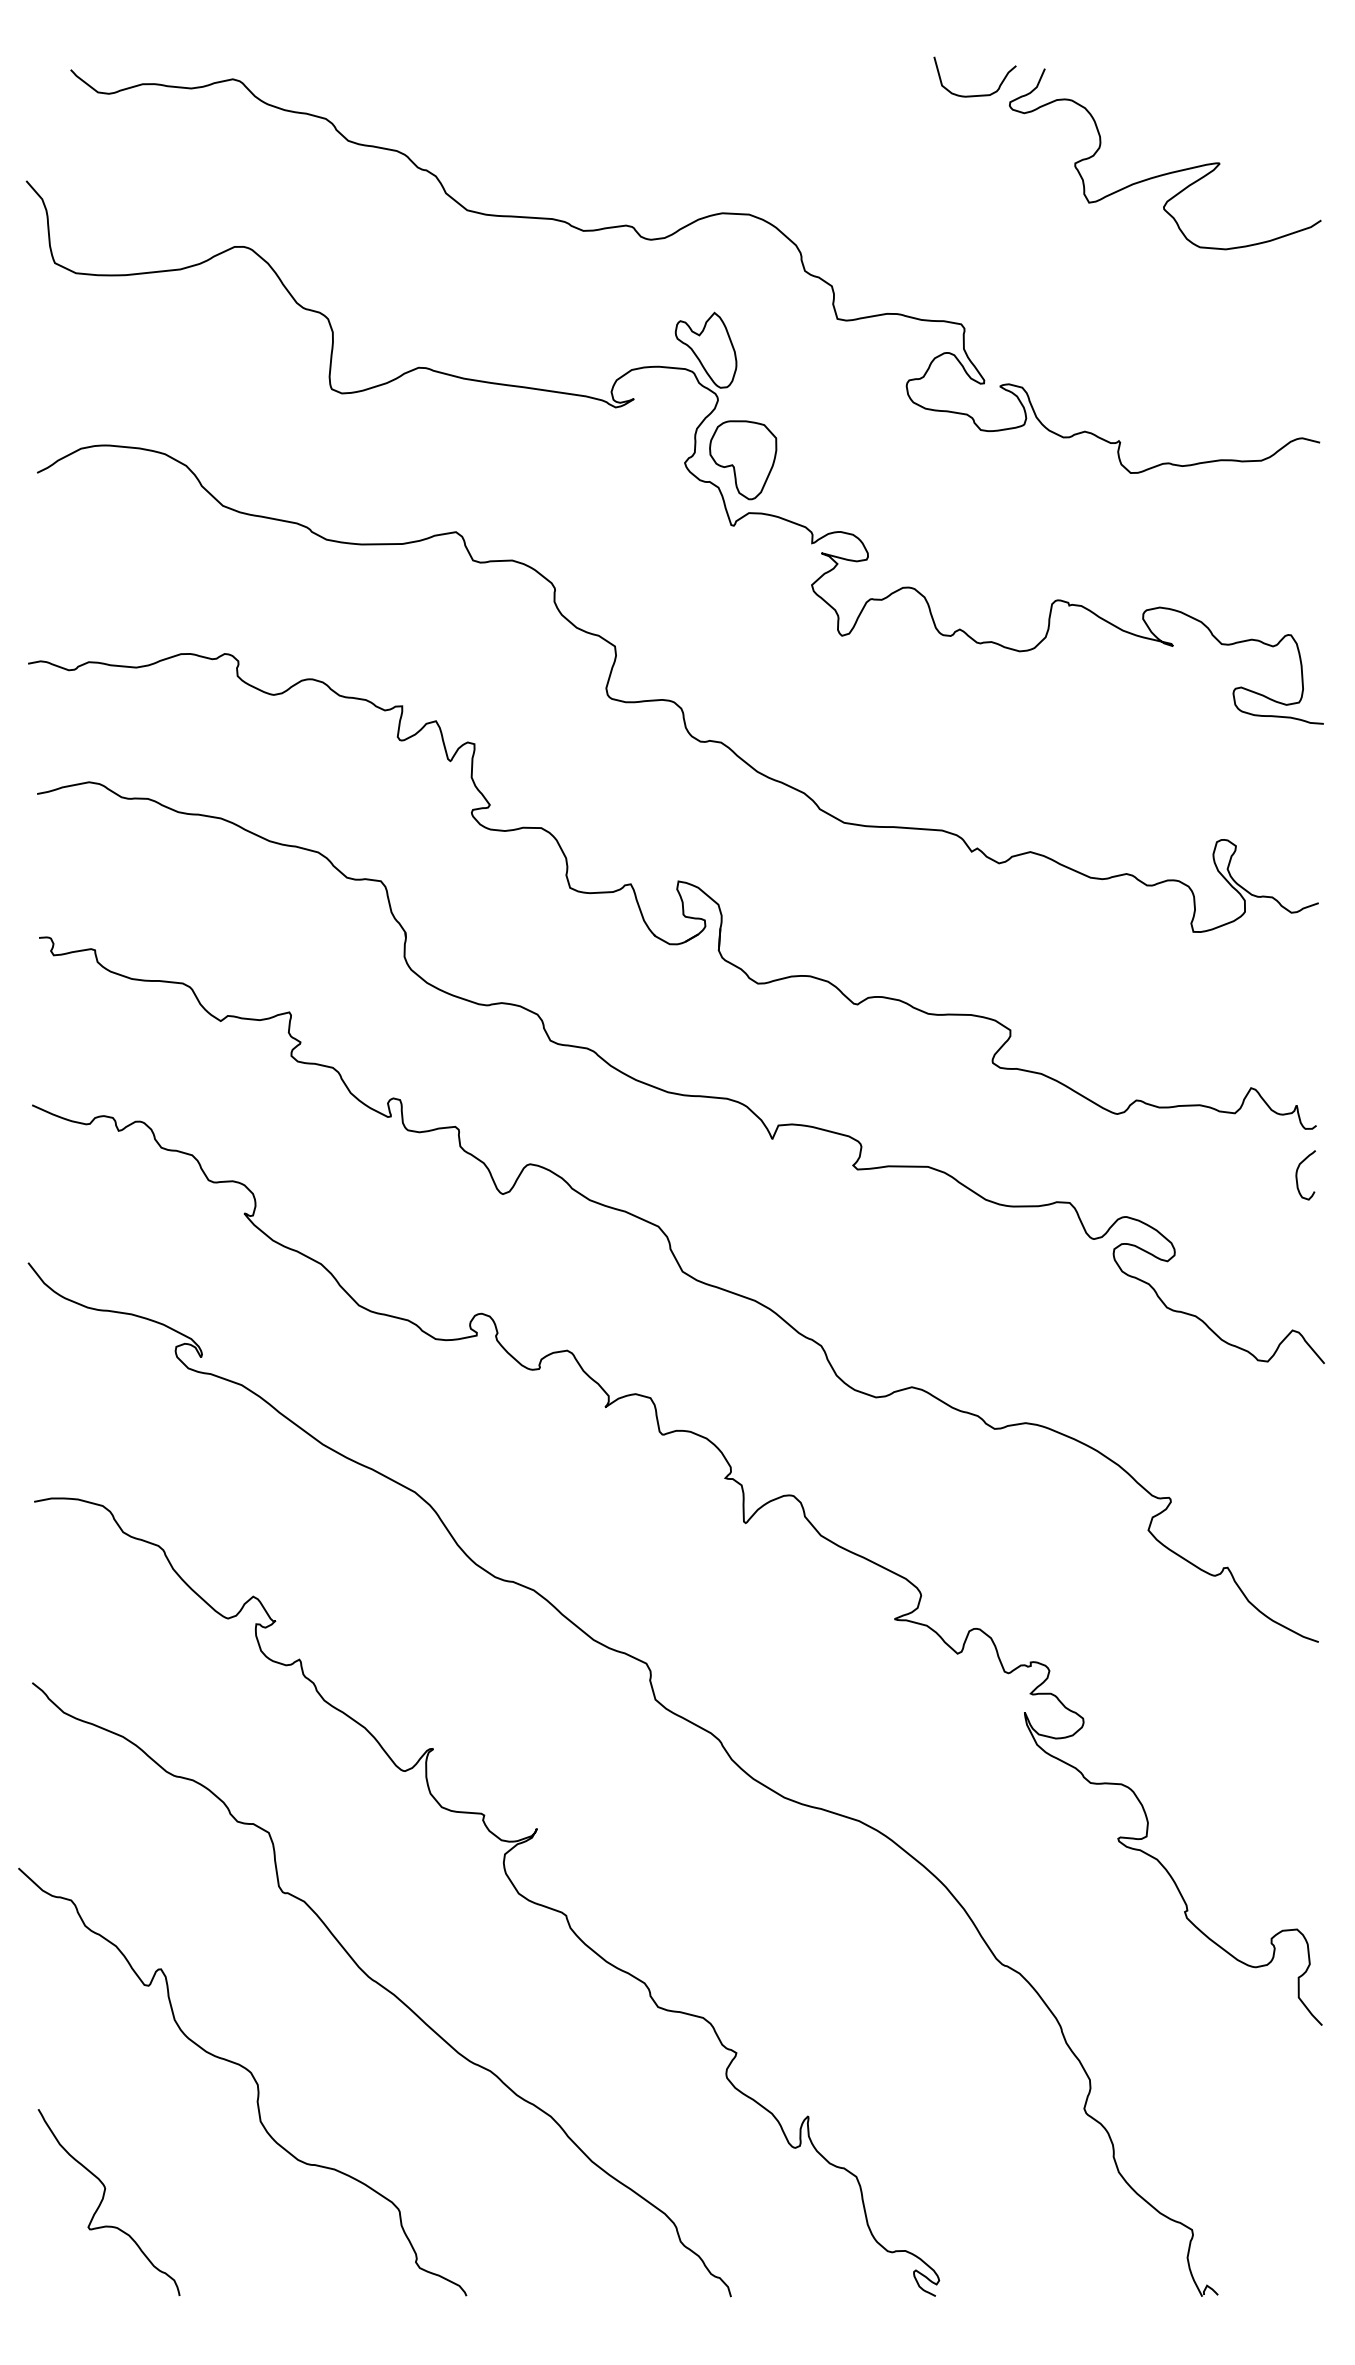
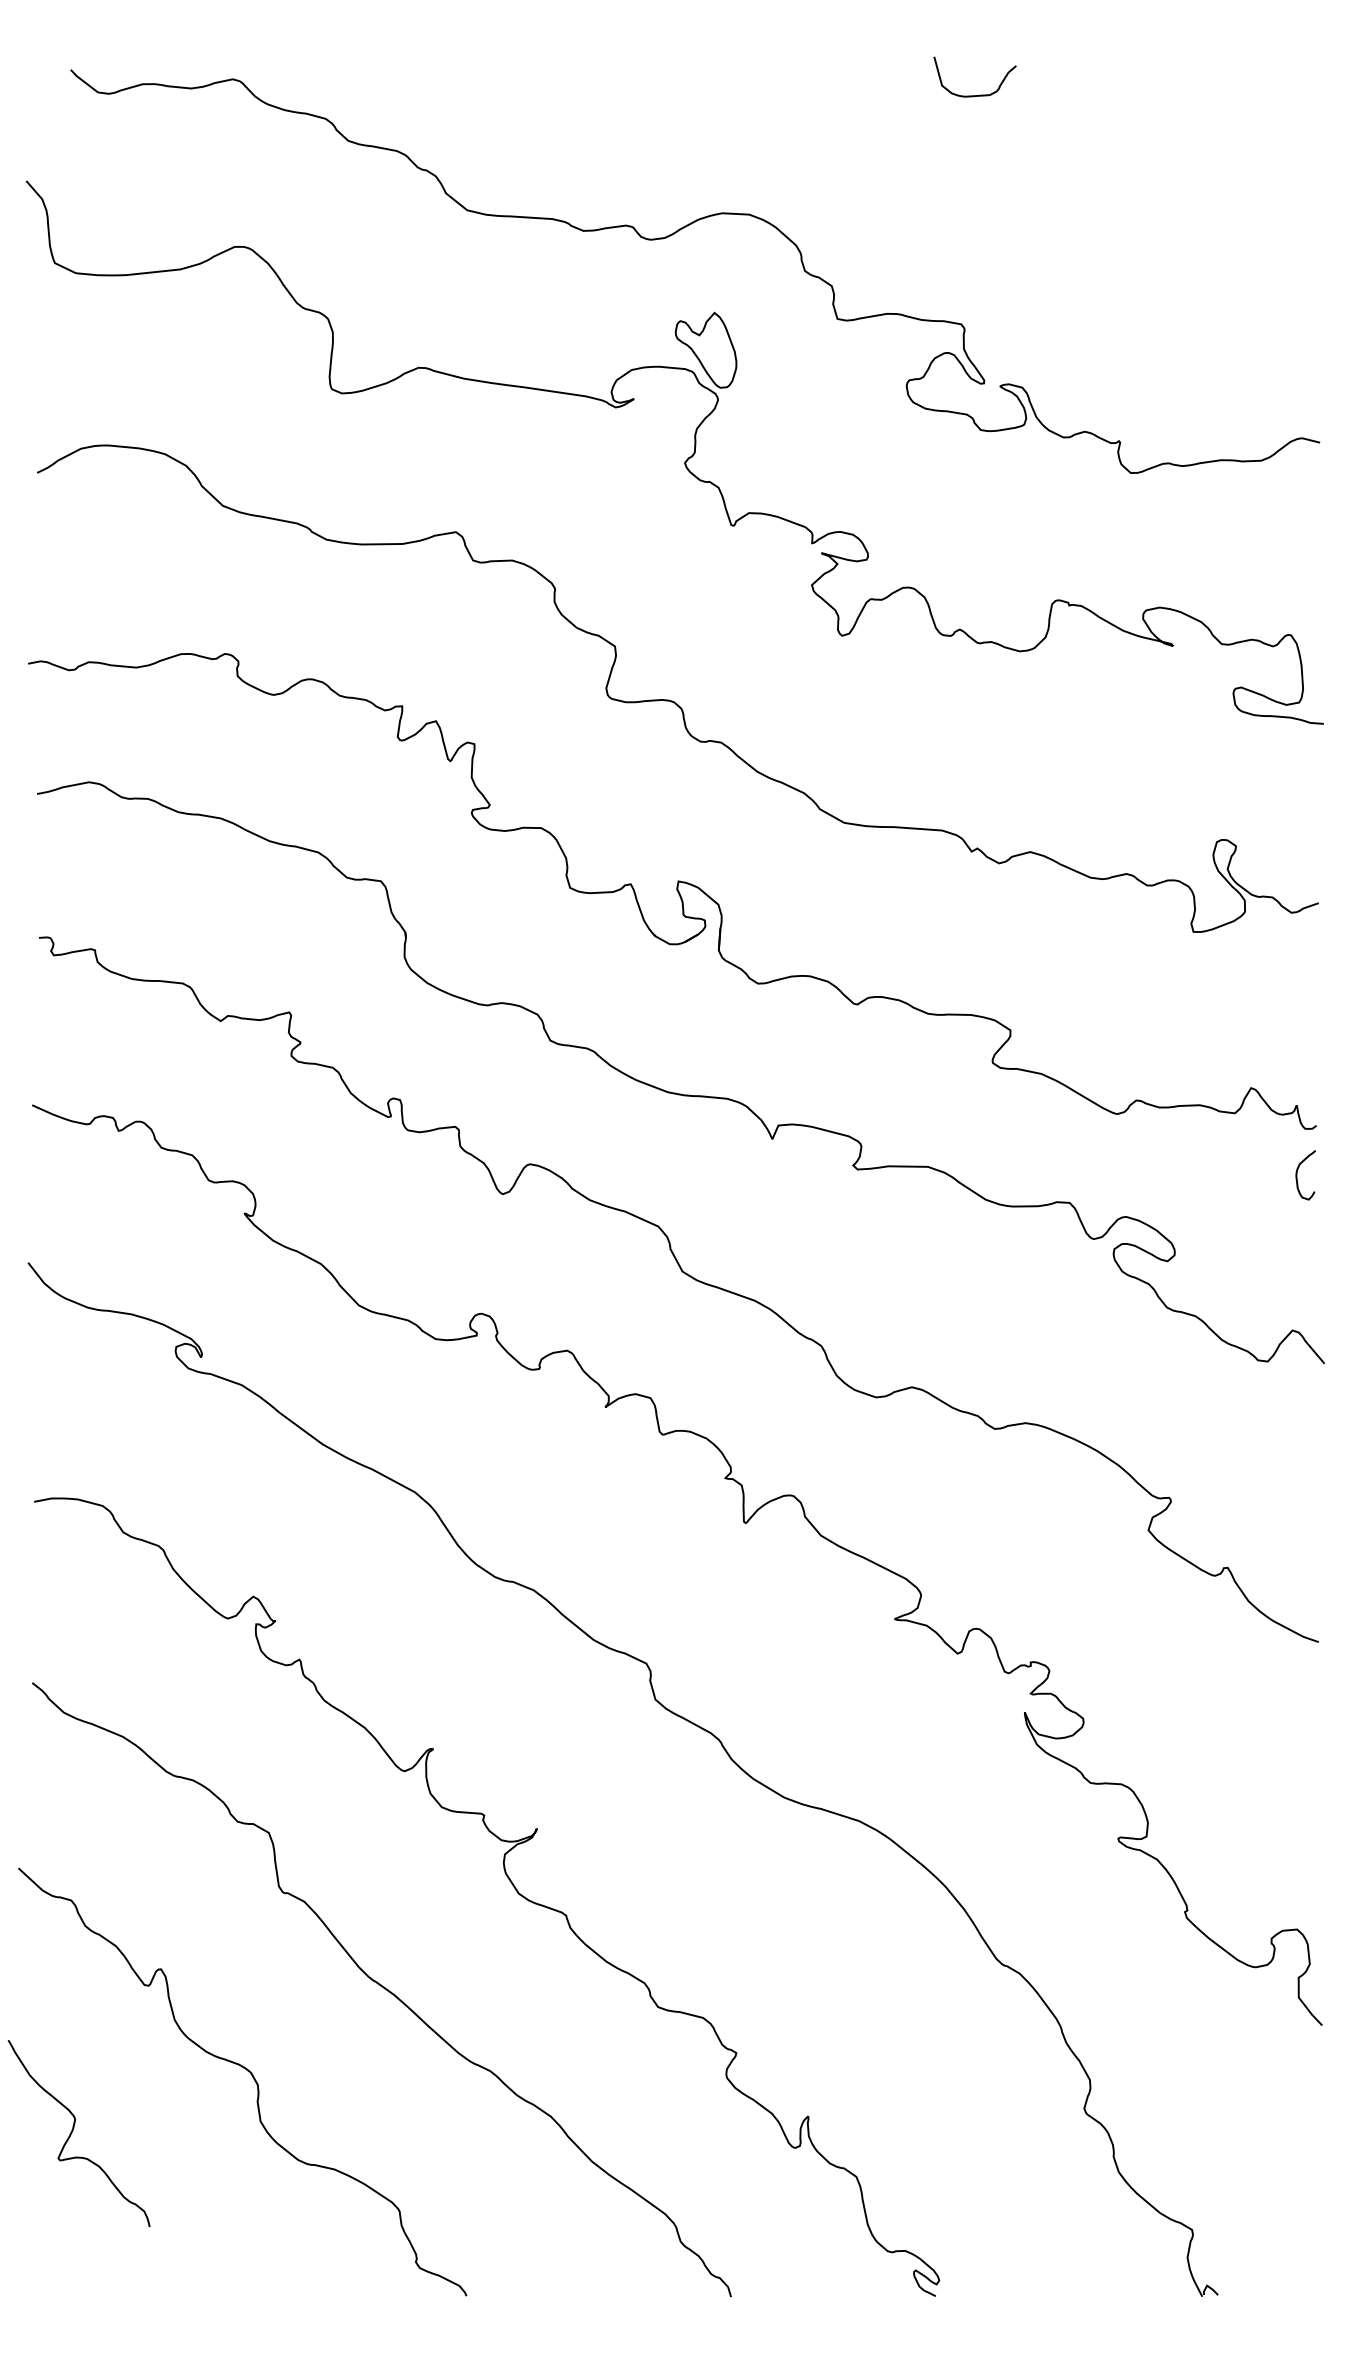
curve at (1167, 172): present -> none
part at (743, 460): present -> none
curve at (103, 2200) position: (103, 2200) -> (73, 2131)
